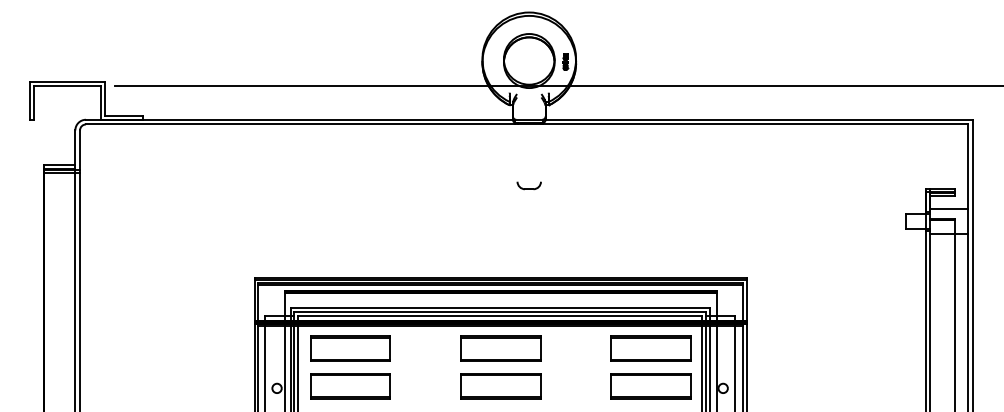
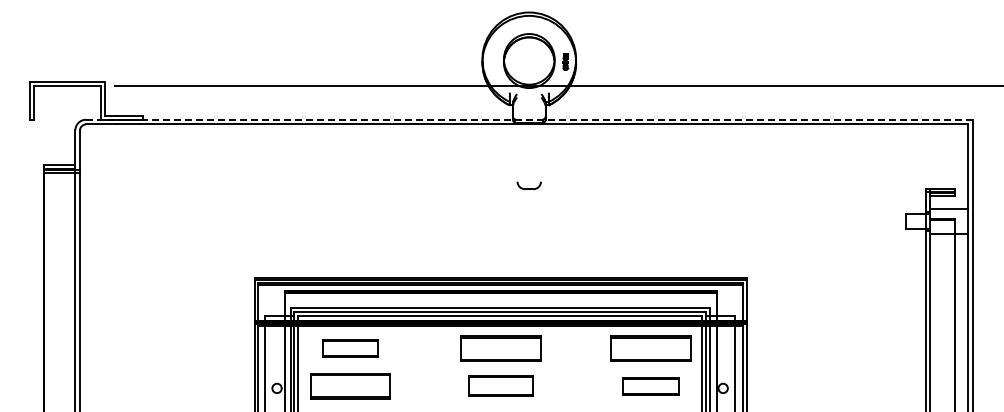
line at (529, 119): solid -> dashed
part at (350, 348) size: 81x27 px -> 57x19 px
part at (500, 386) size: 82x27 px -> 66x22 px
part at (650, 386) size: 82x27 px -> 58x19 px
